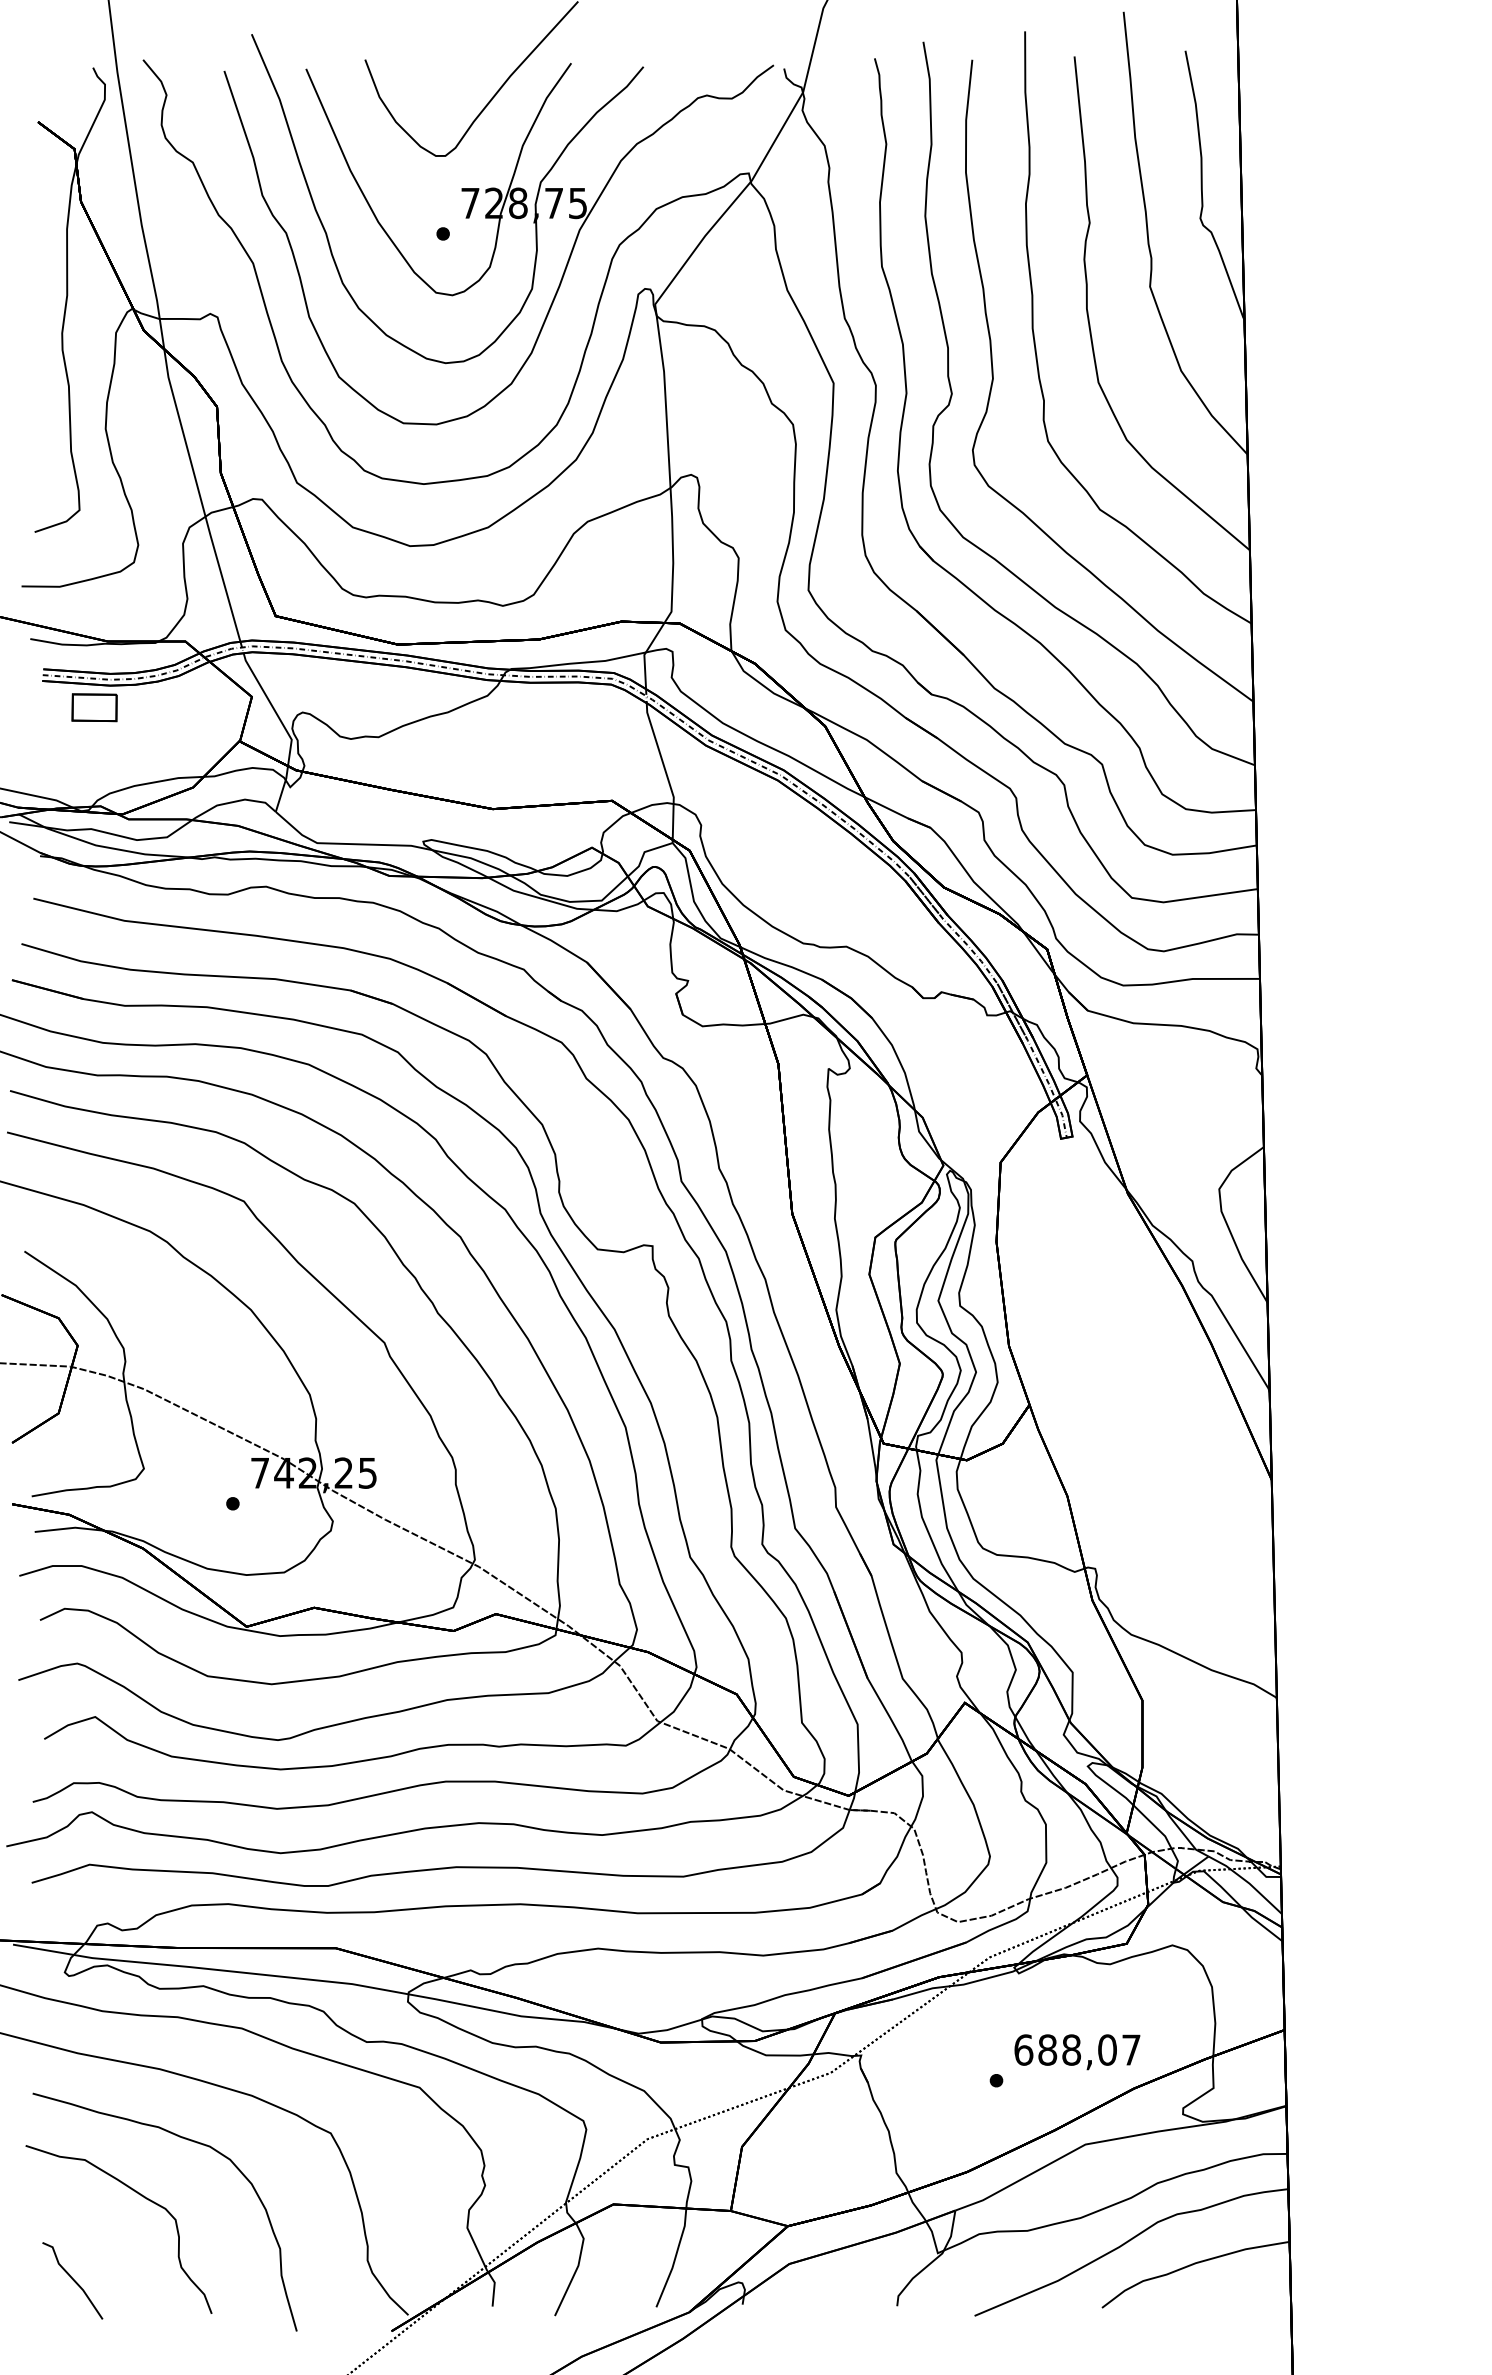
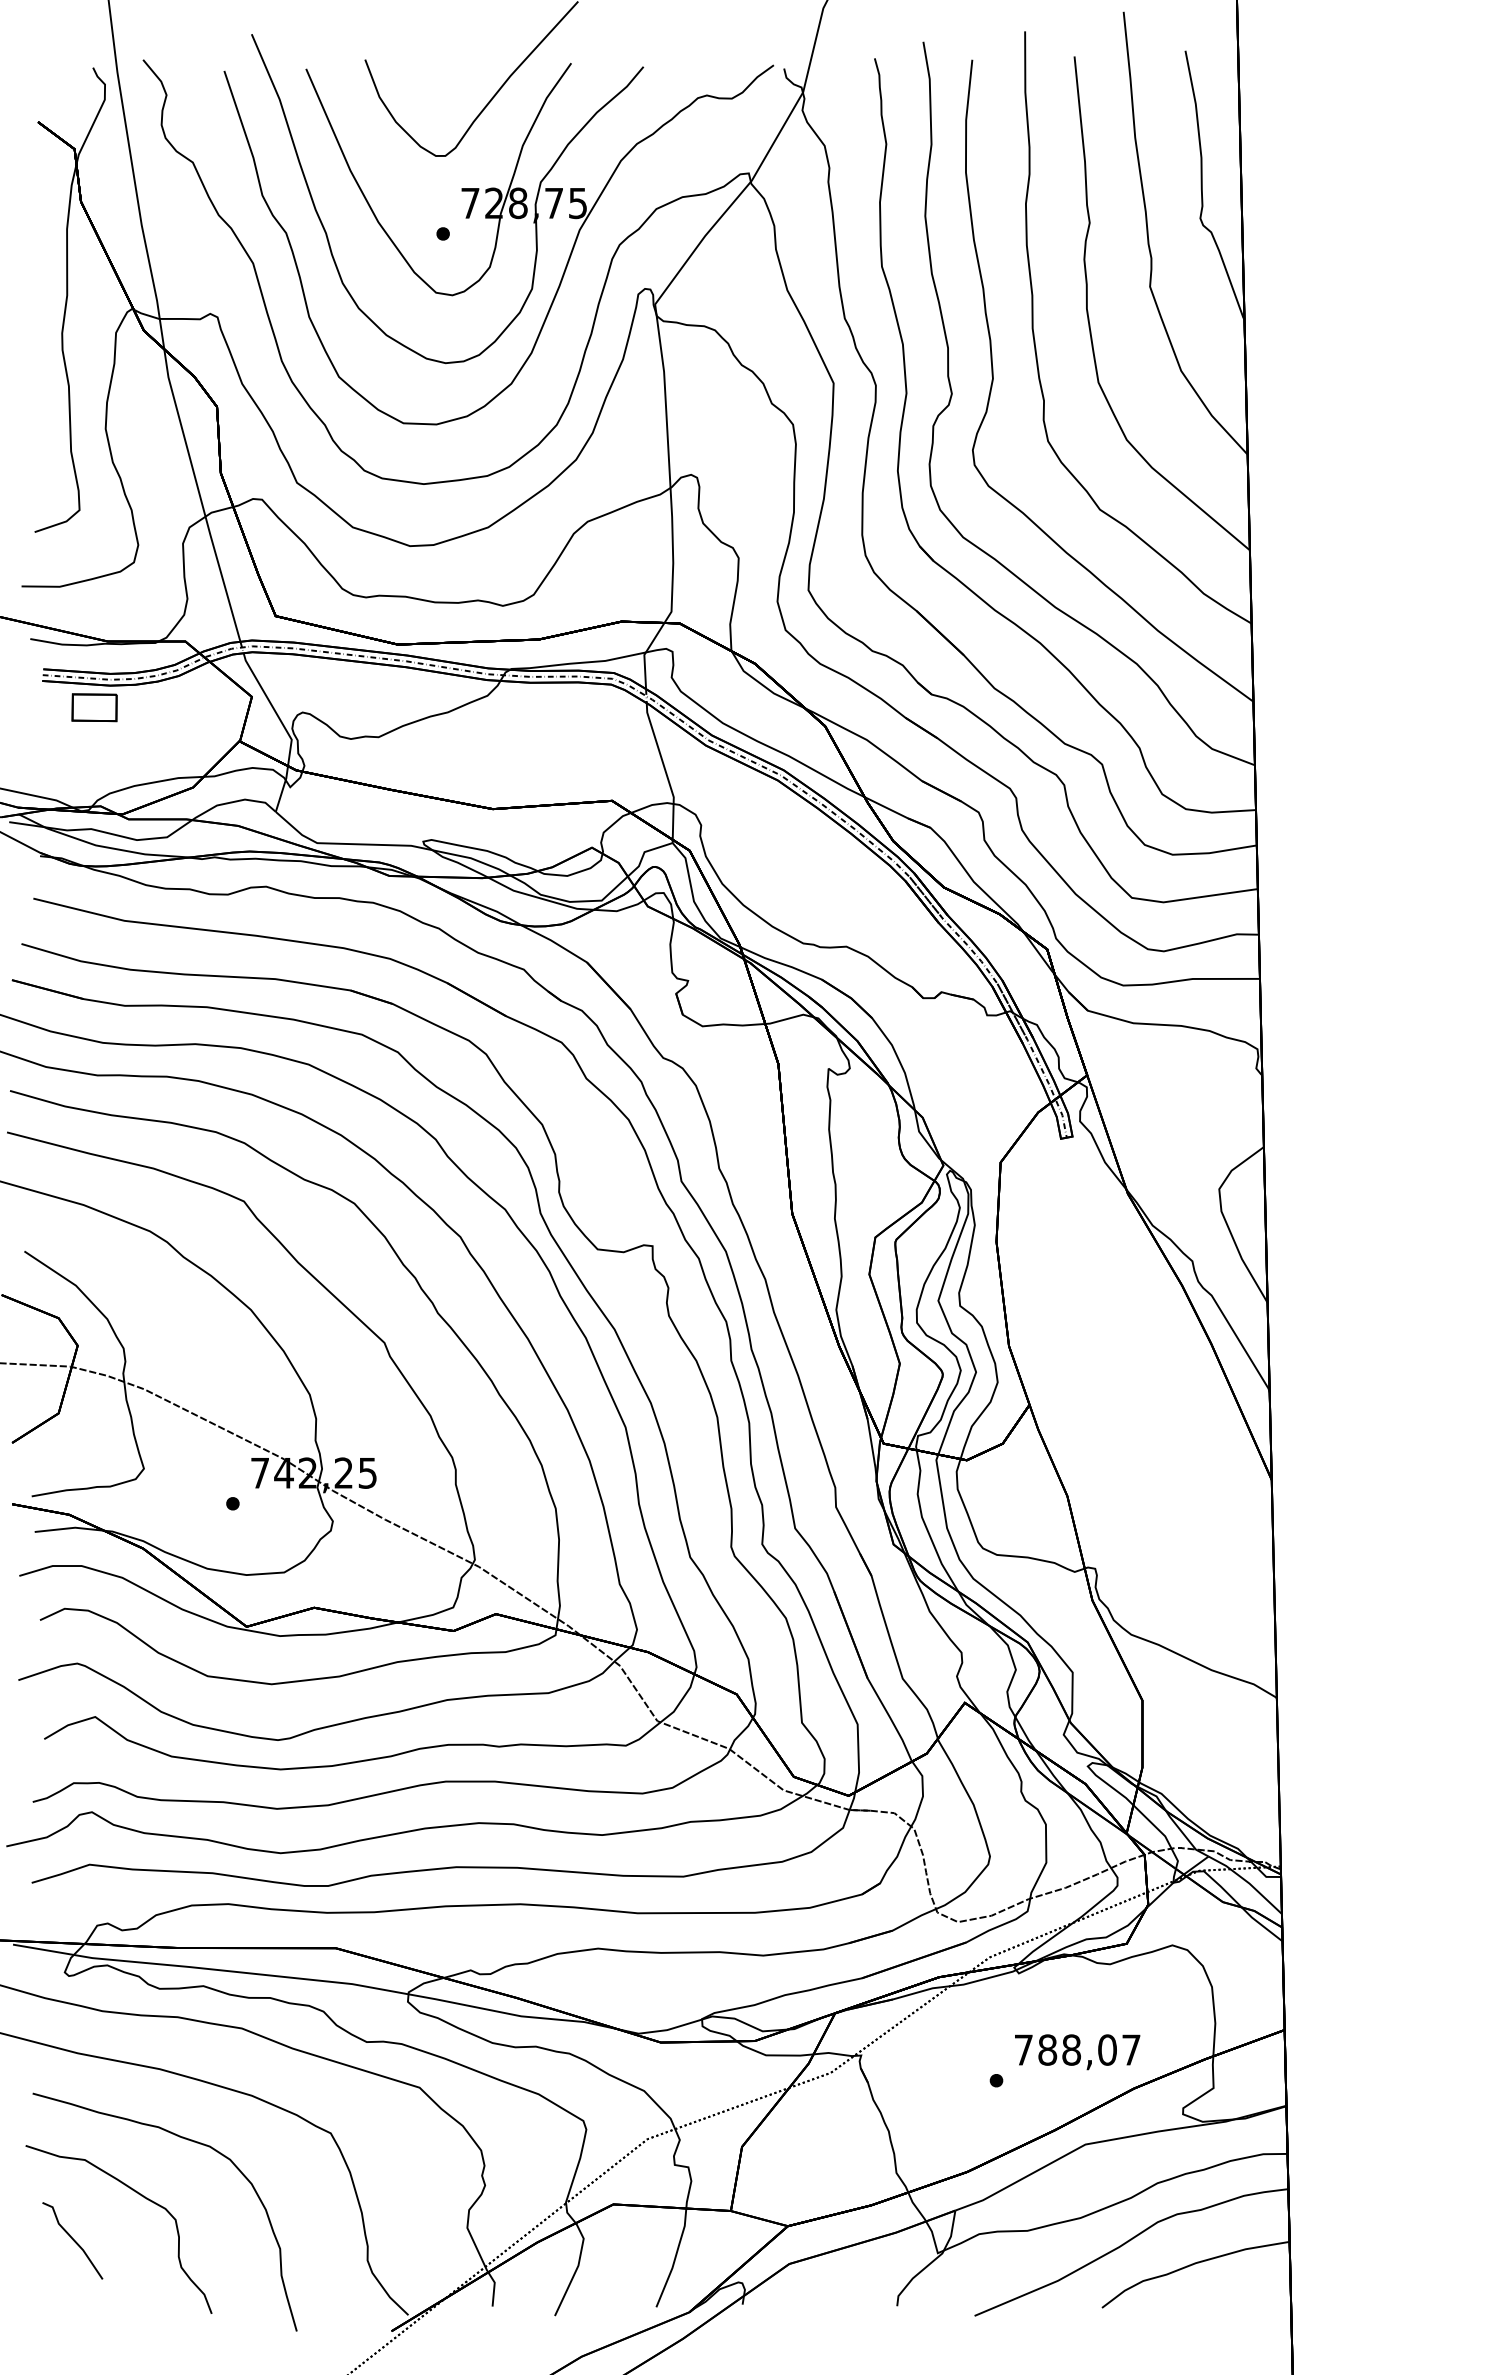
text at (1023, 2049): 688,07 -> 788,07
line at (72, 2280) position: (72, 2280) -> (72, 2240)
